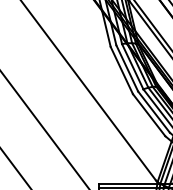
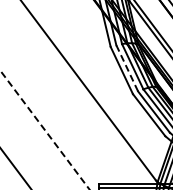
line at (127, 68): solid -> dashed
line at (45, 130): solid -> dashed
